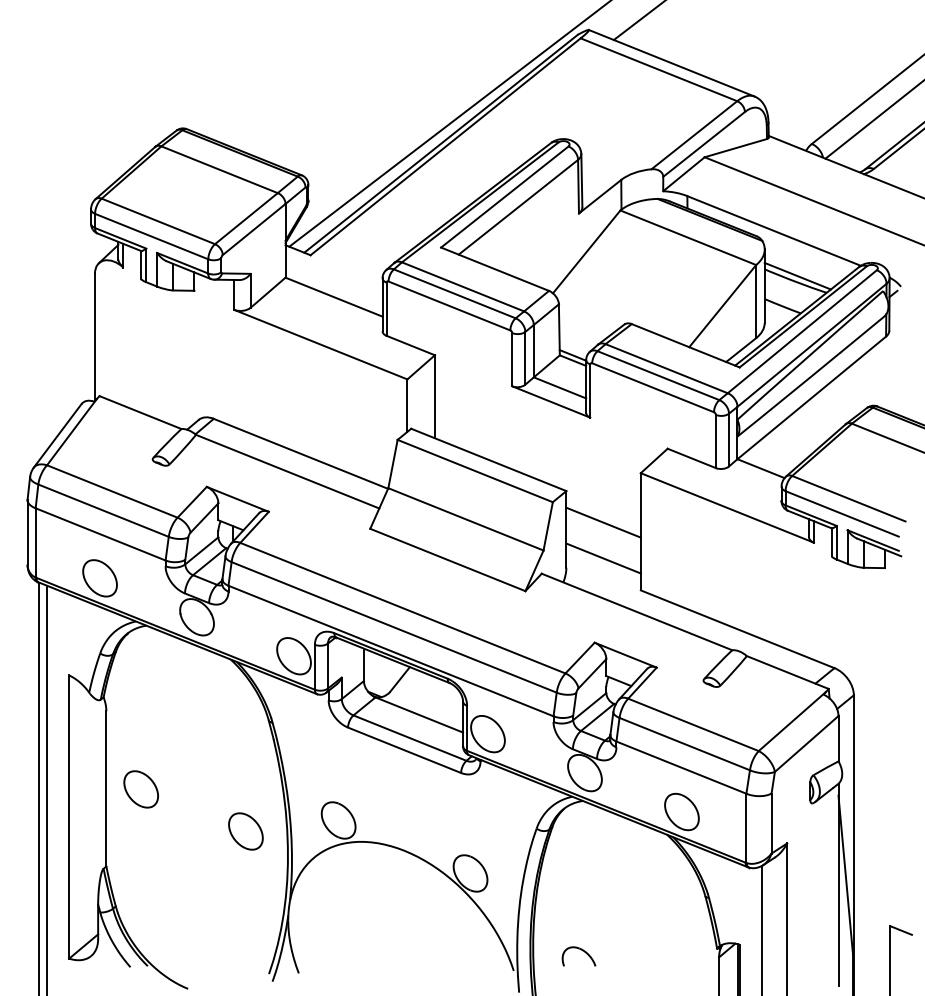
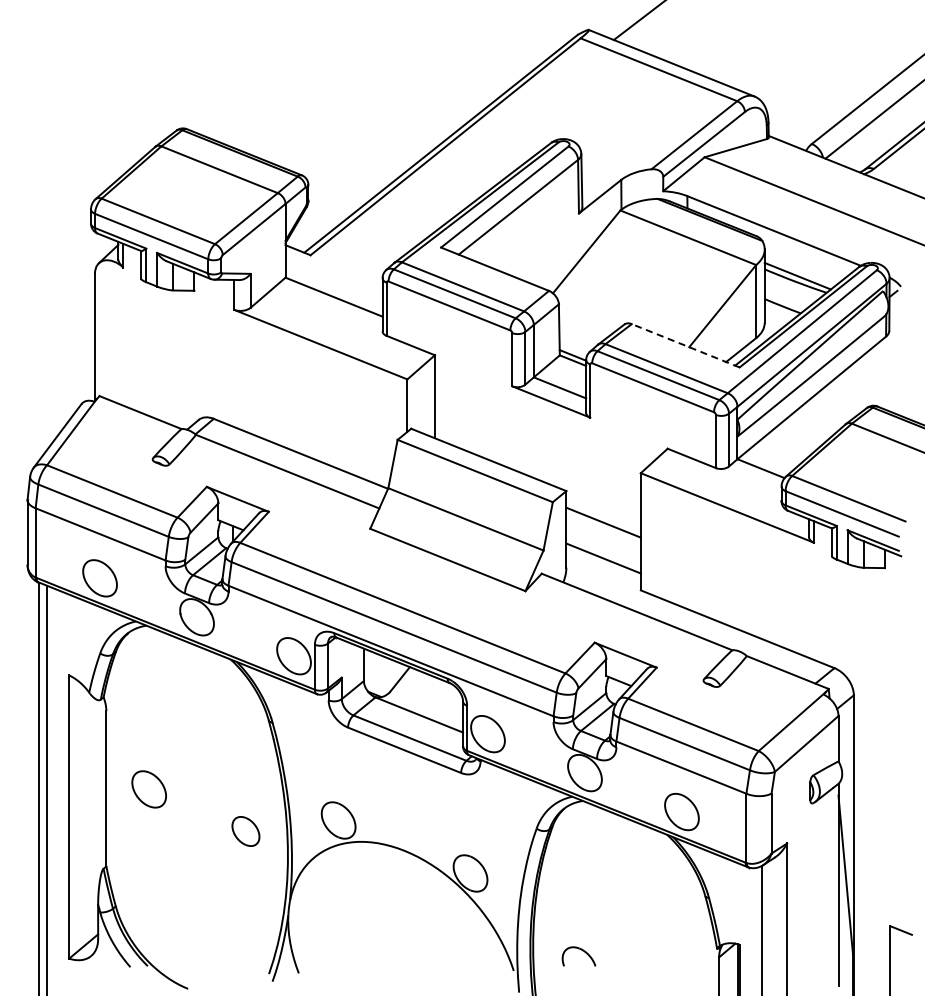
line at (448, 124): present -> none
line at (685, 345): solid -> dashed
part at (140, 789) position: (140, 789) -> (148, 789)
part at (245, 831) size: 36x39 px -> 30x31 px
